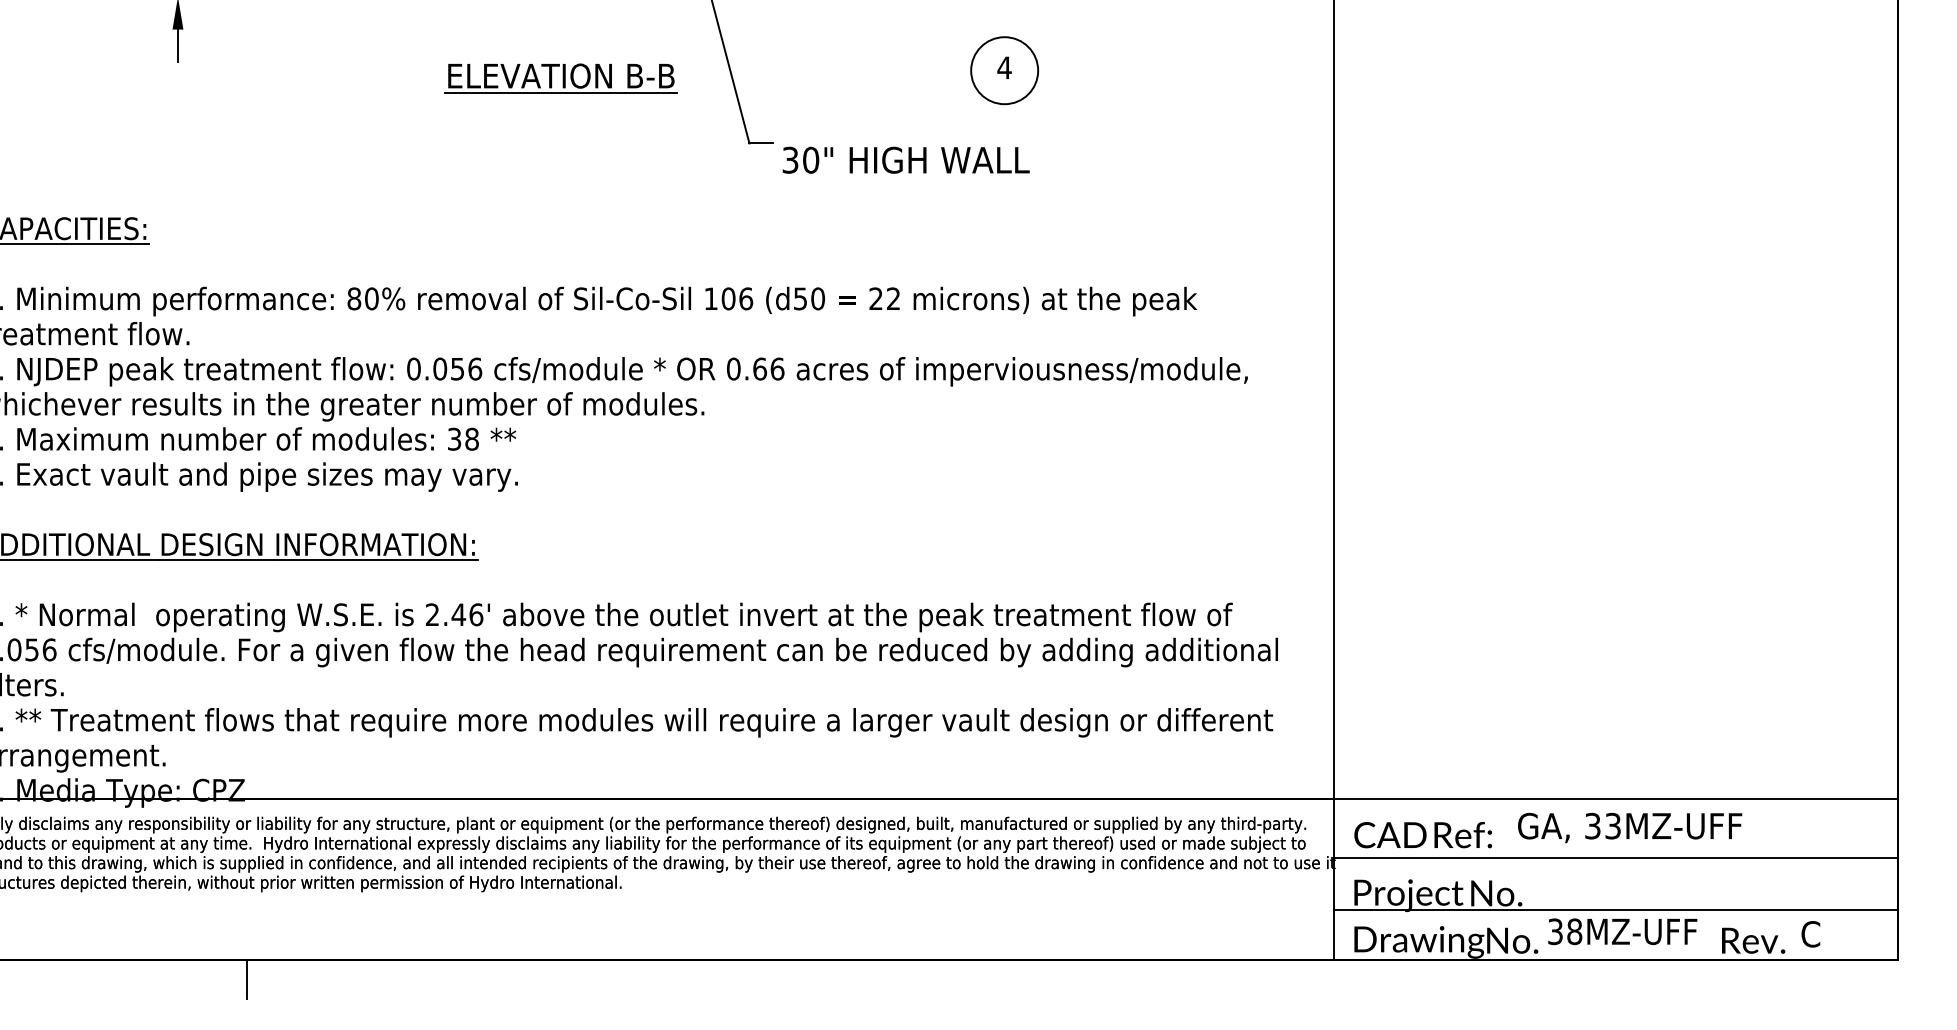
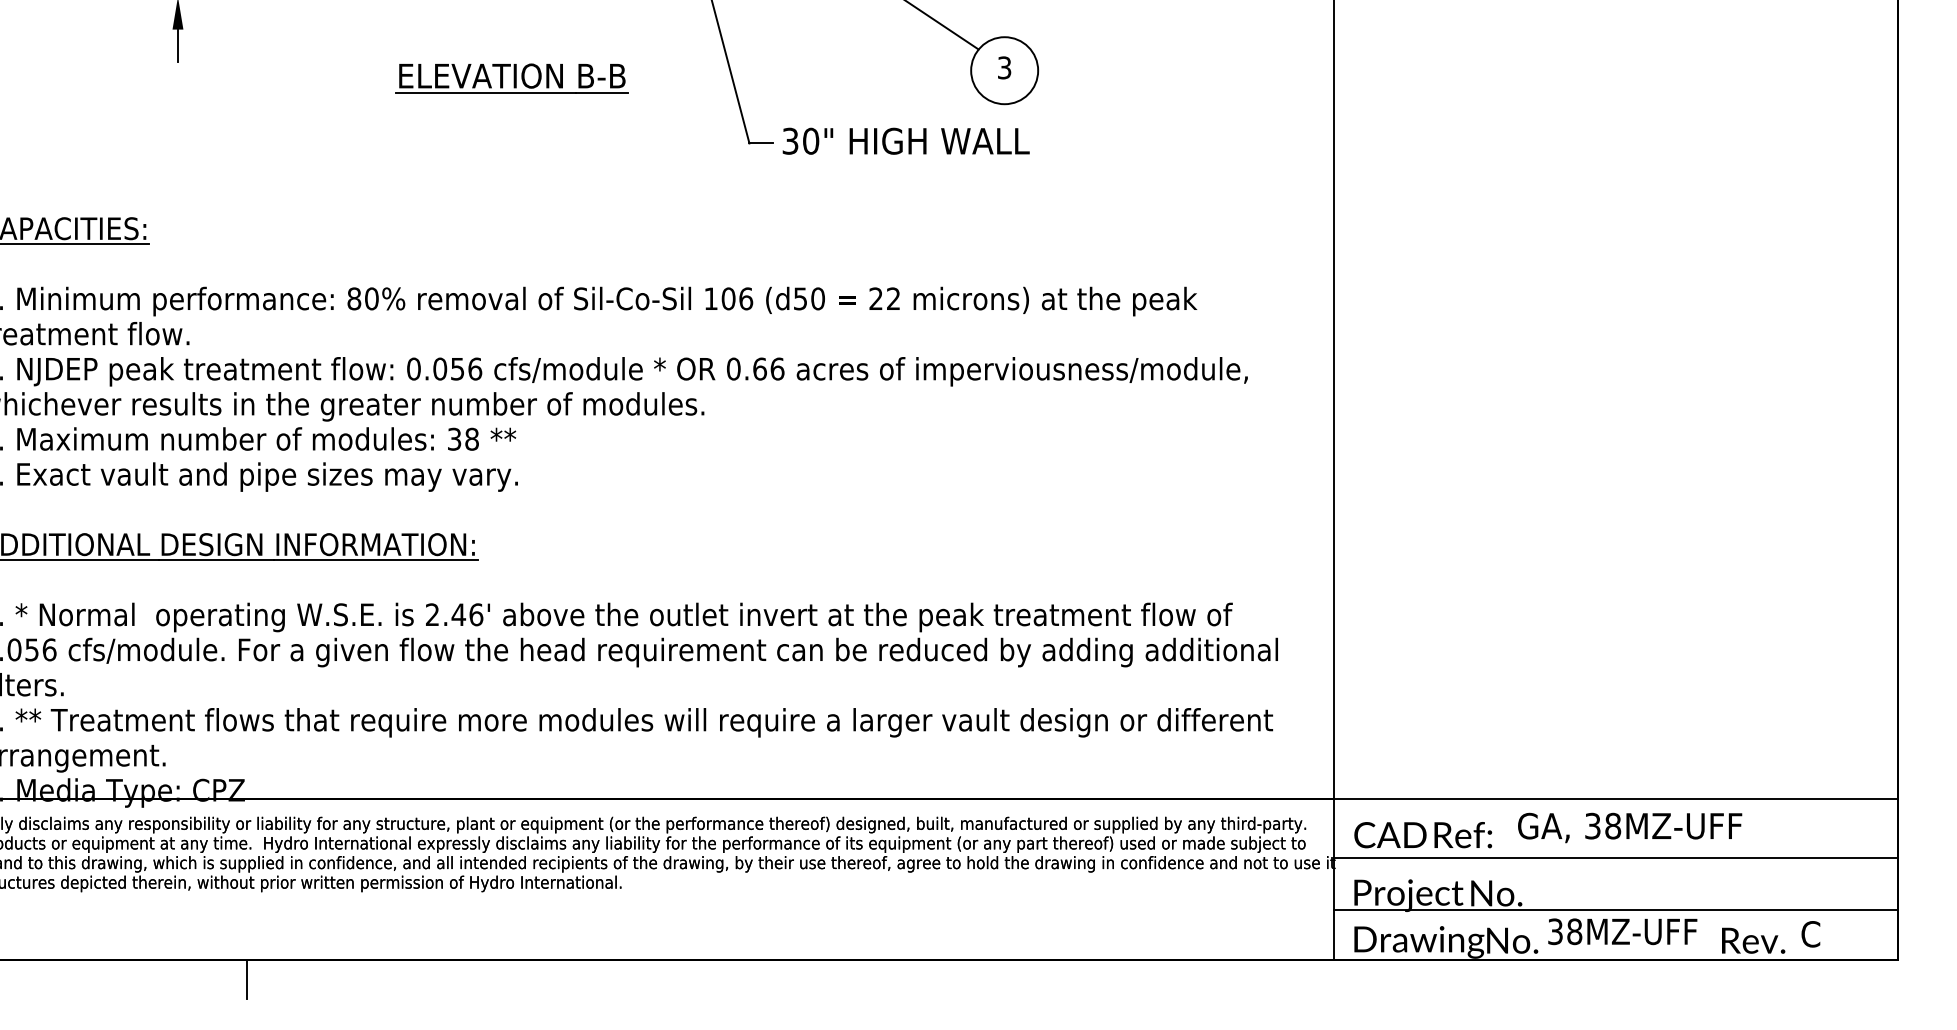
line at (942, 25): none -> present
text at (1004, 67): 4 -> 3
part at (560, 78) position: (560, 78) -> (511, 78)
text at (905, 159) position: (905, 159) -> (905, 140)
text at (1613, 826): 33MZ-UFF -> 38MZ-UFF
